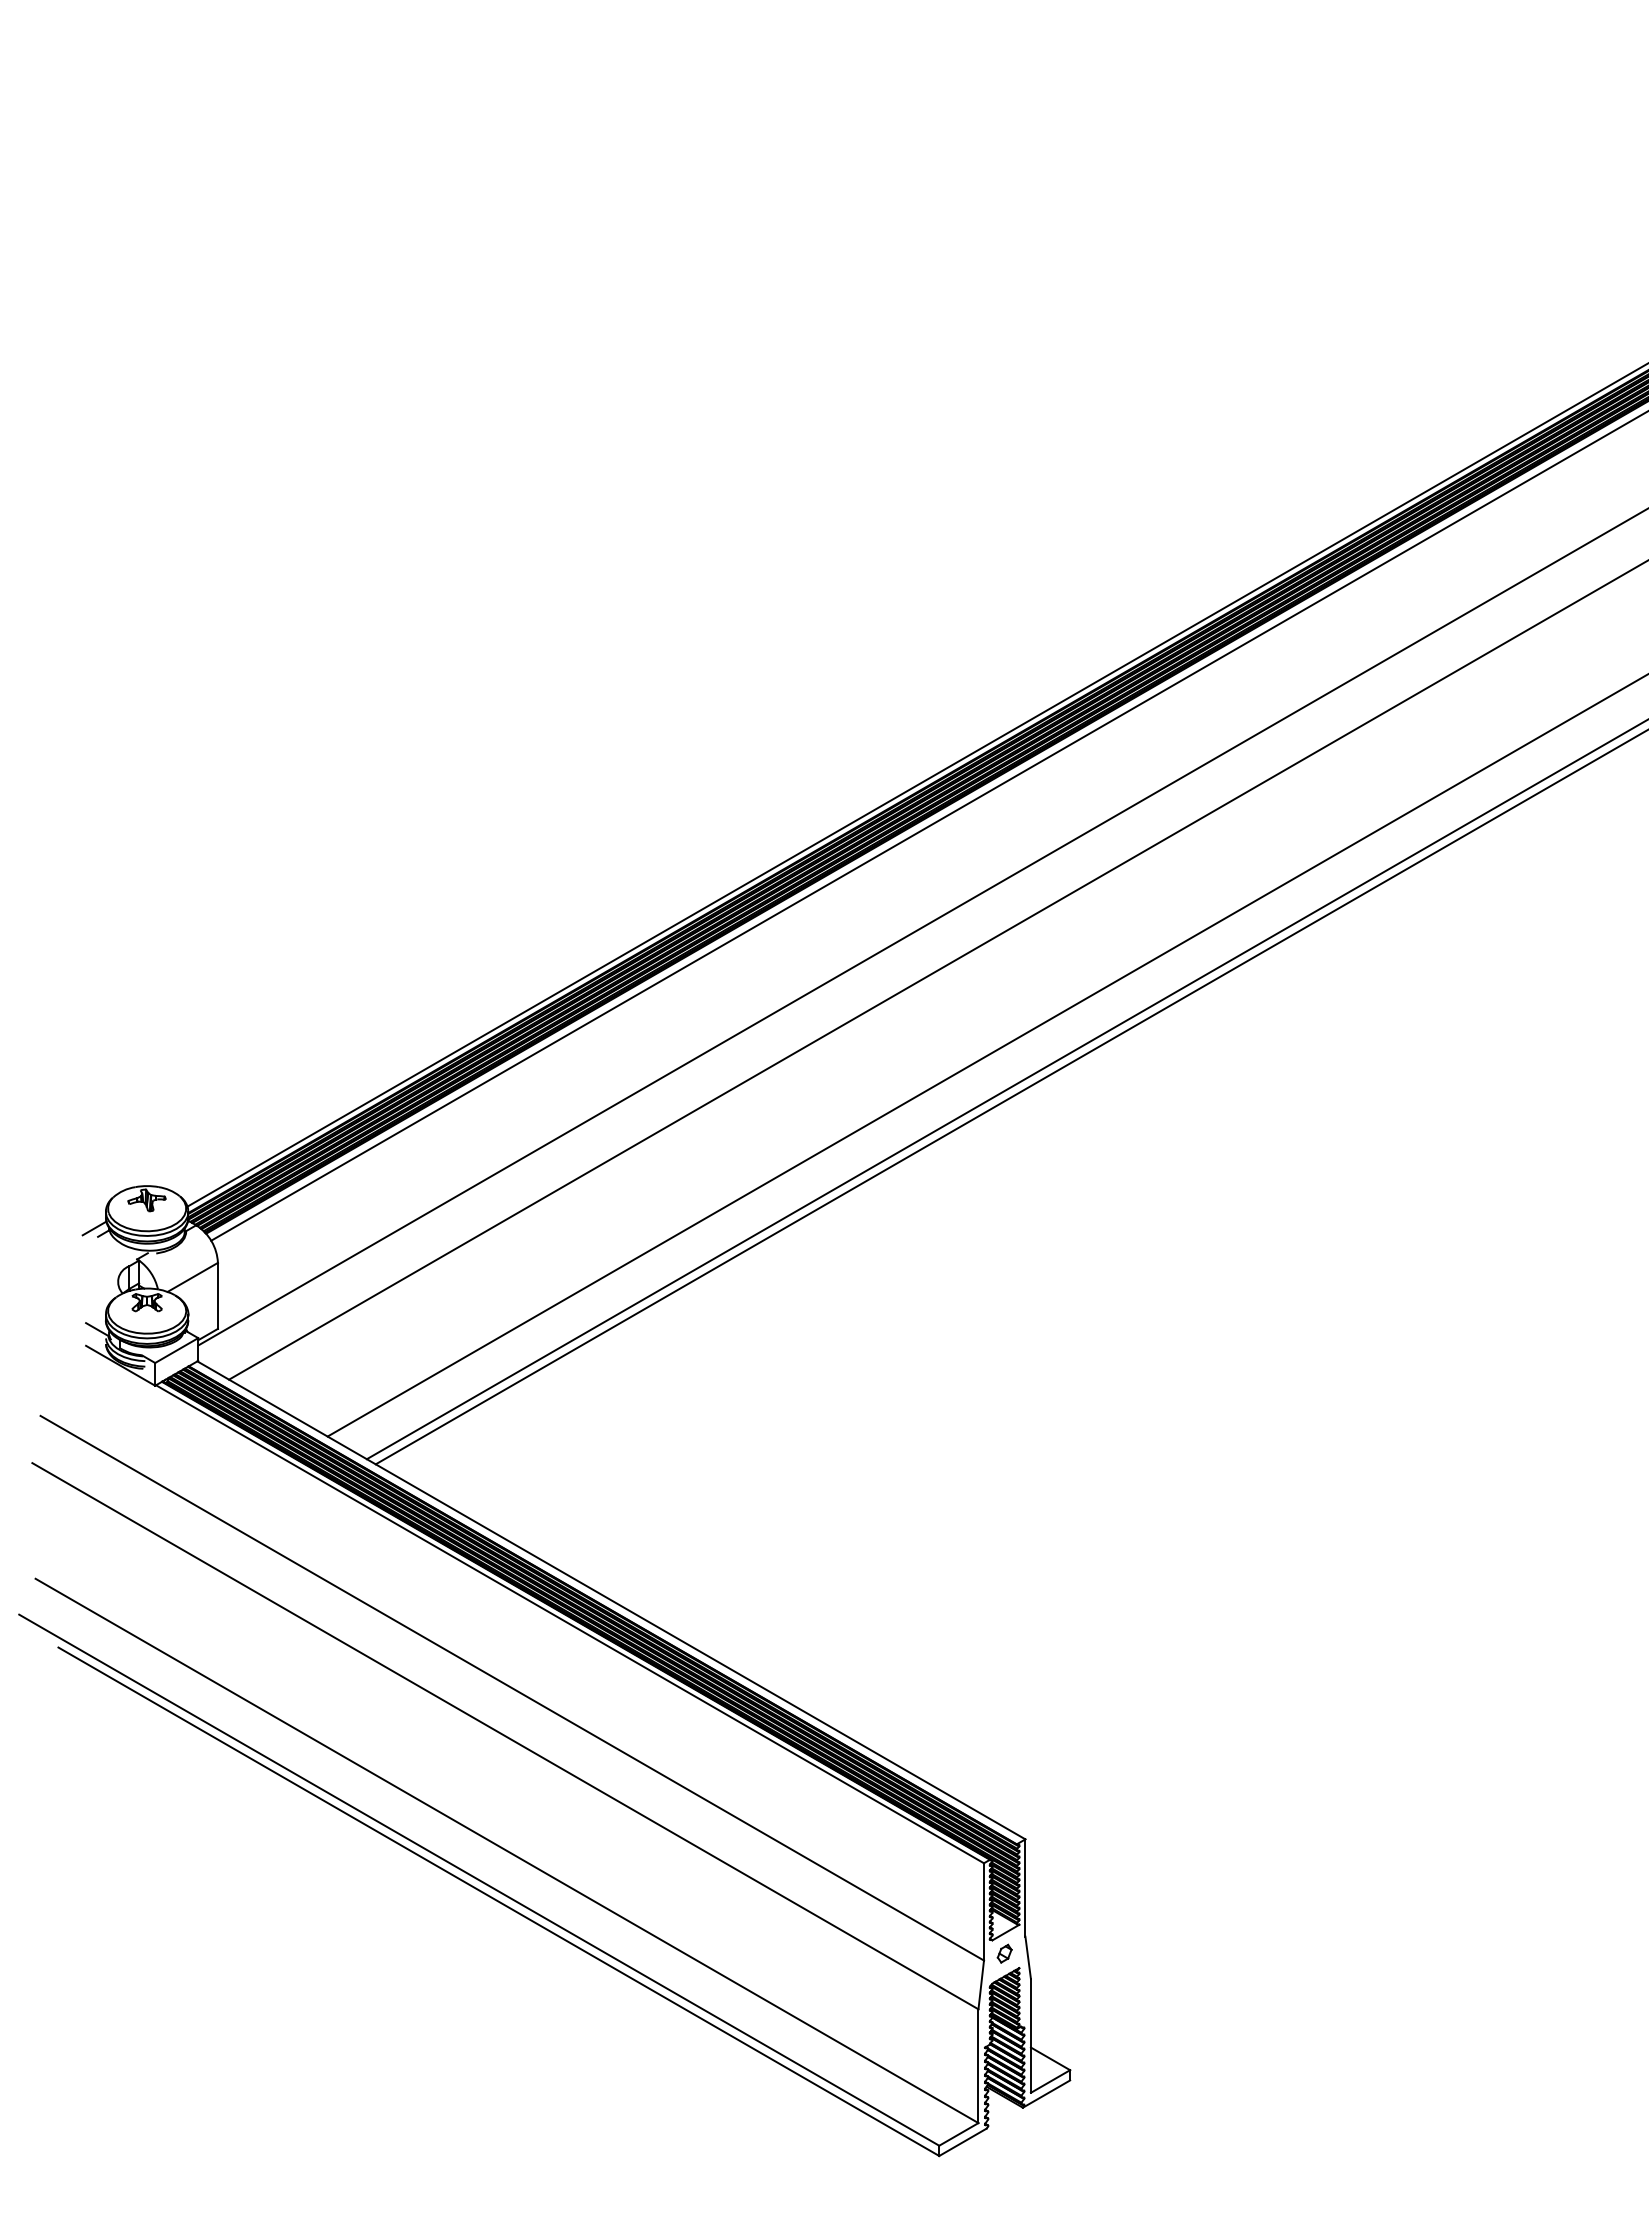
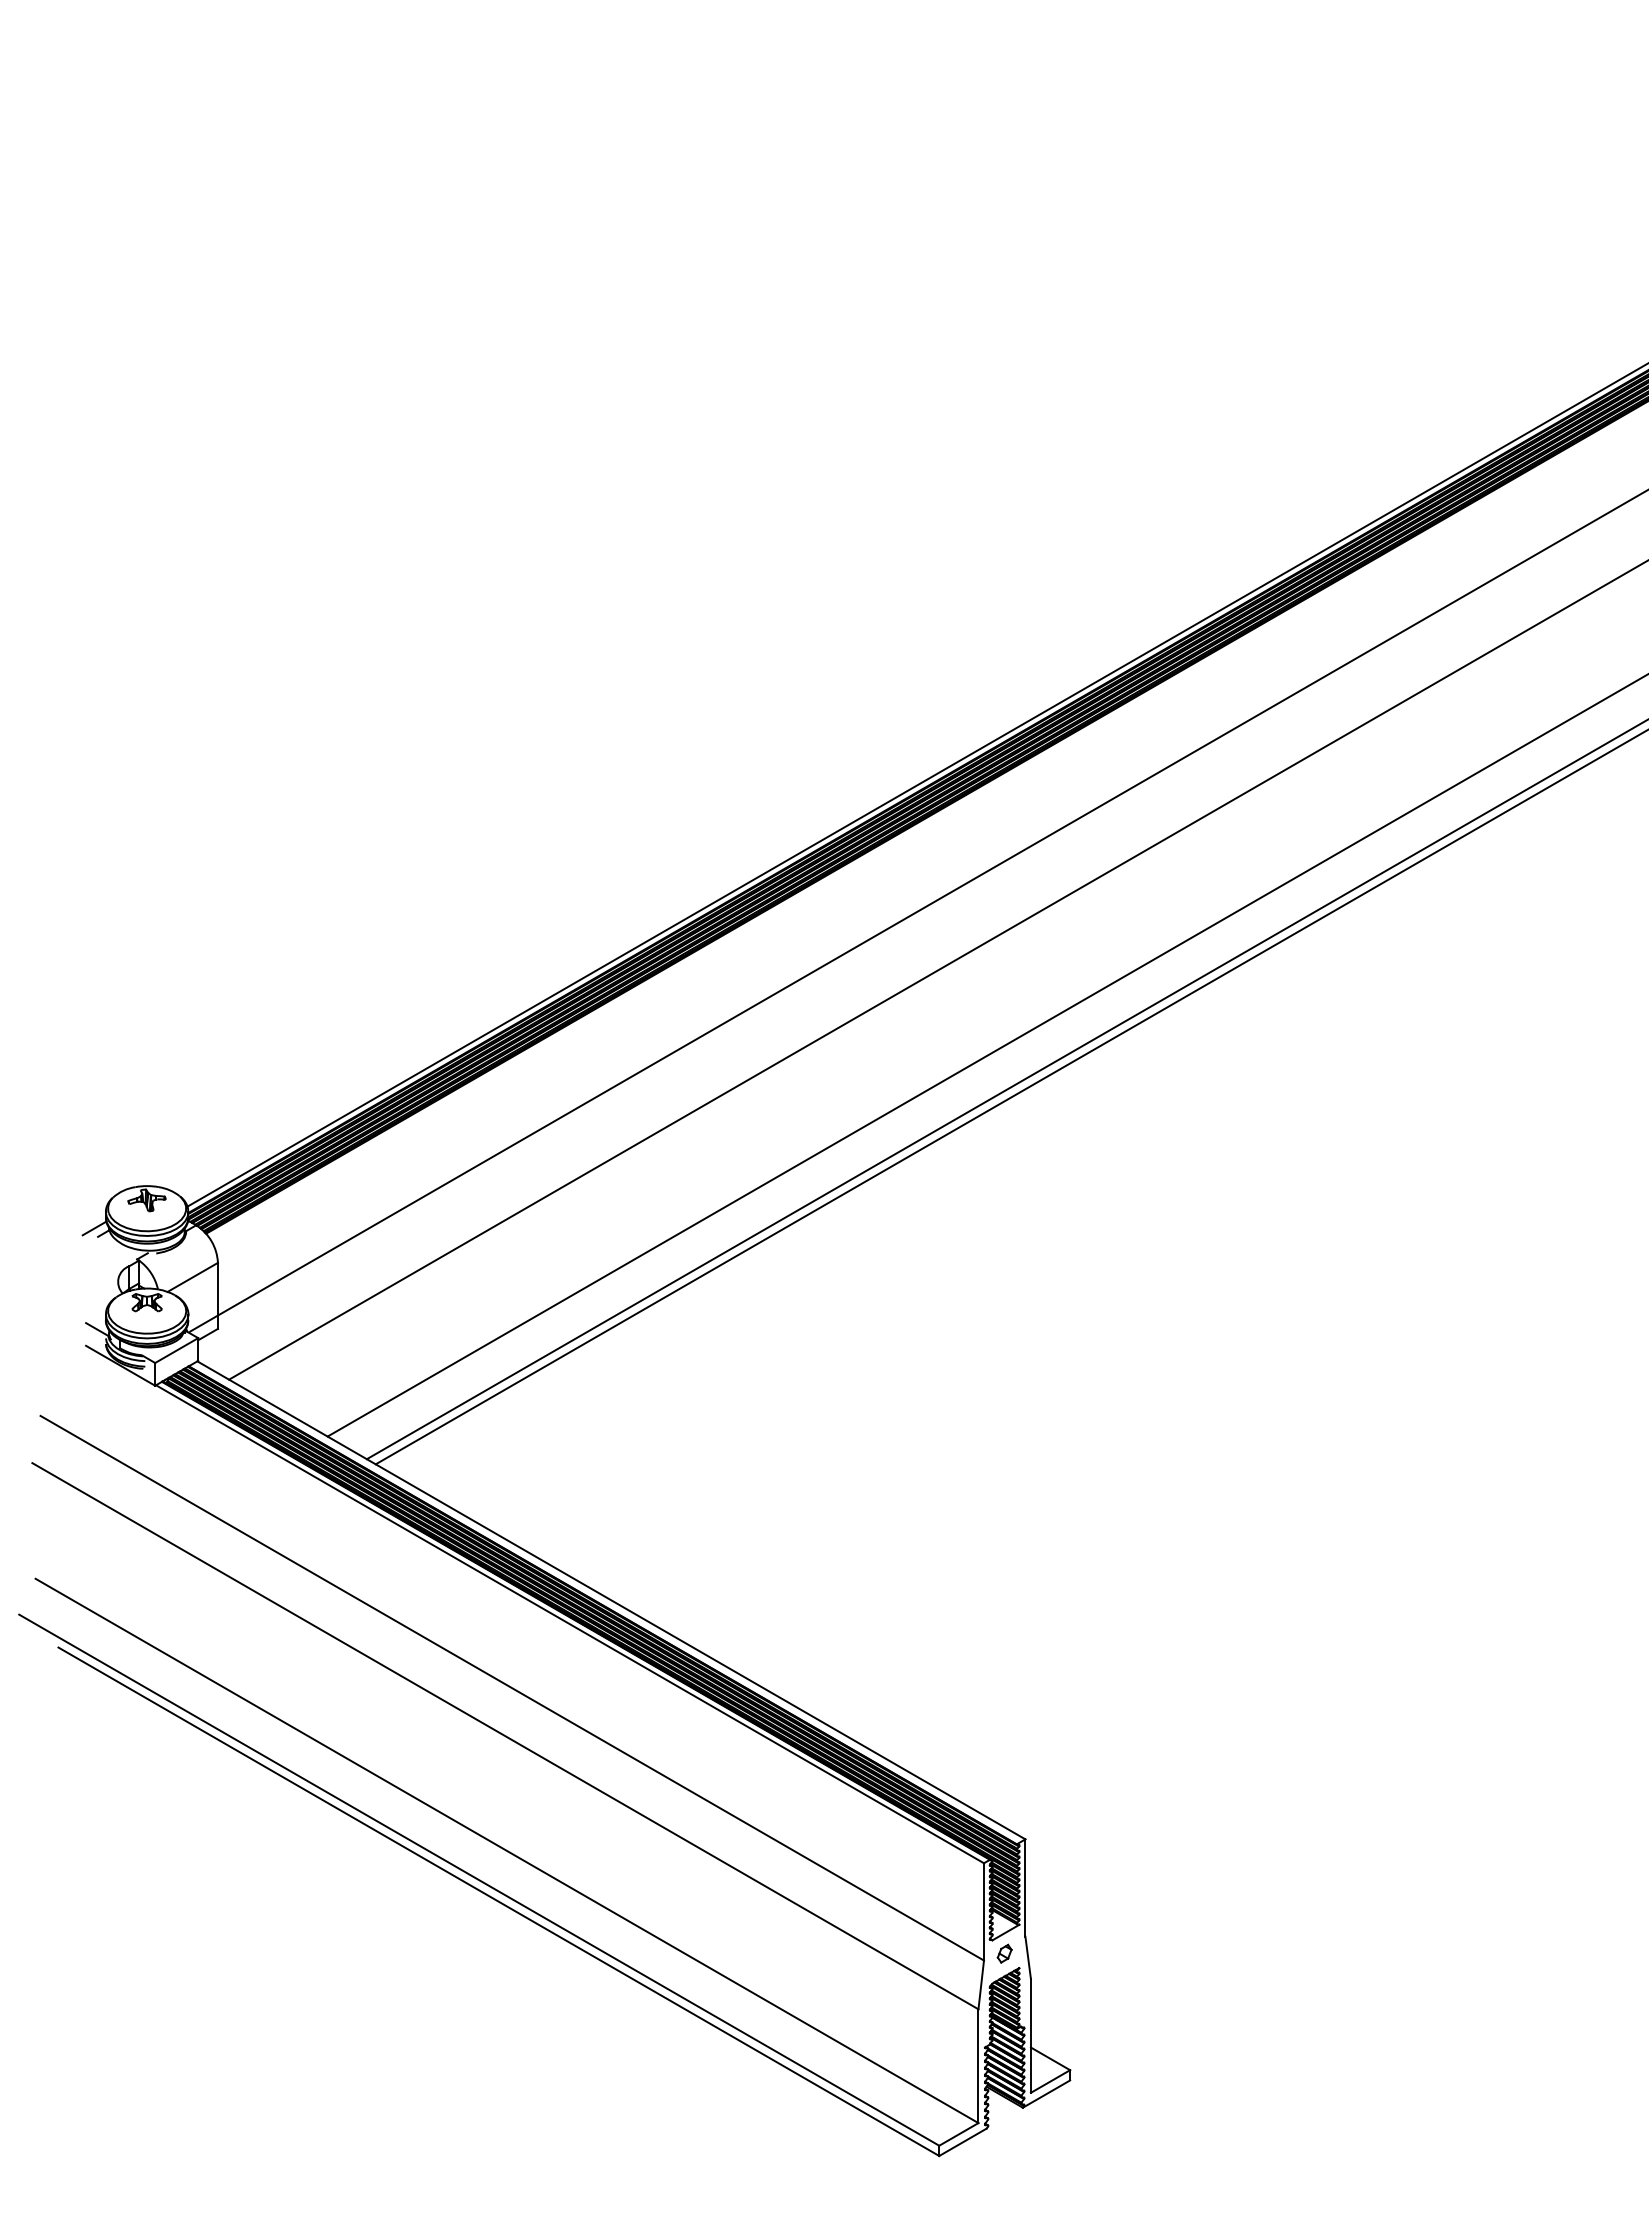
line at (928, 826): present -> none
line at (921, 927) position: (921, 927) -> (917, 911)
